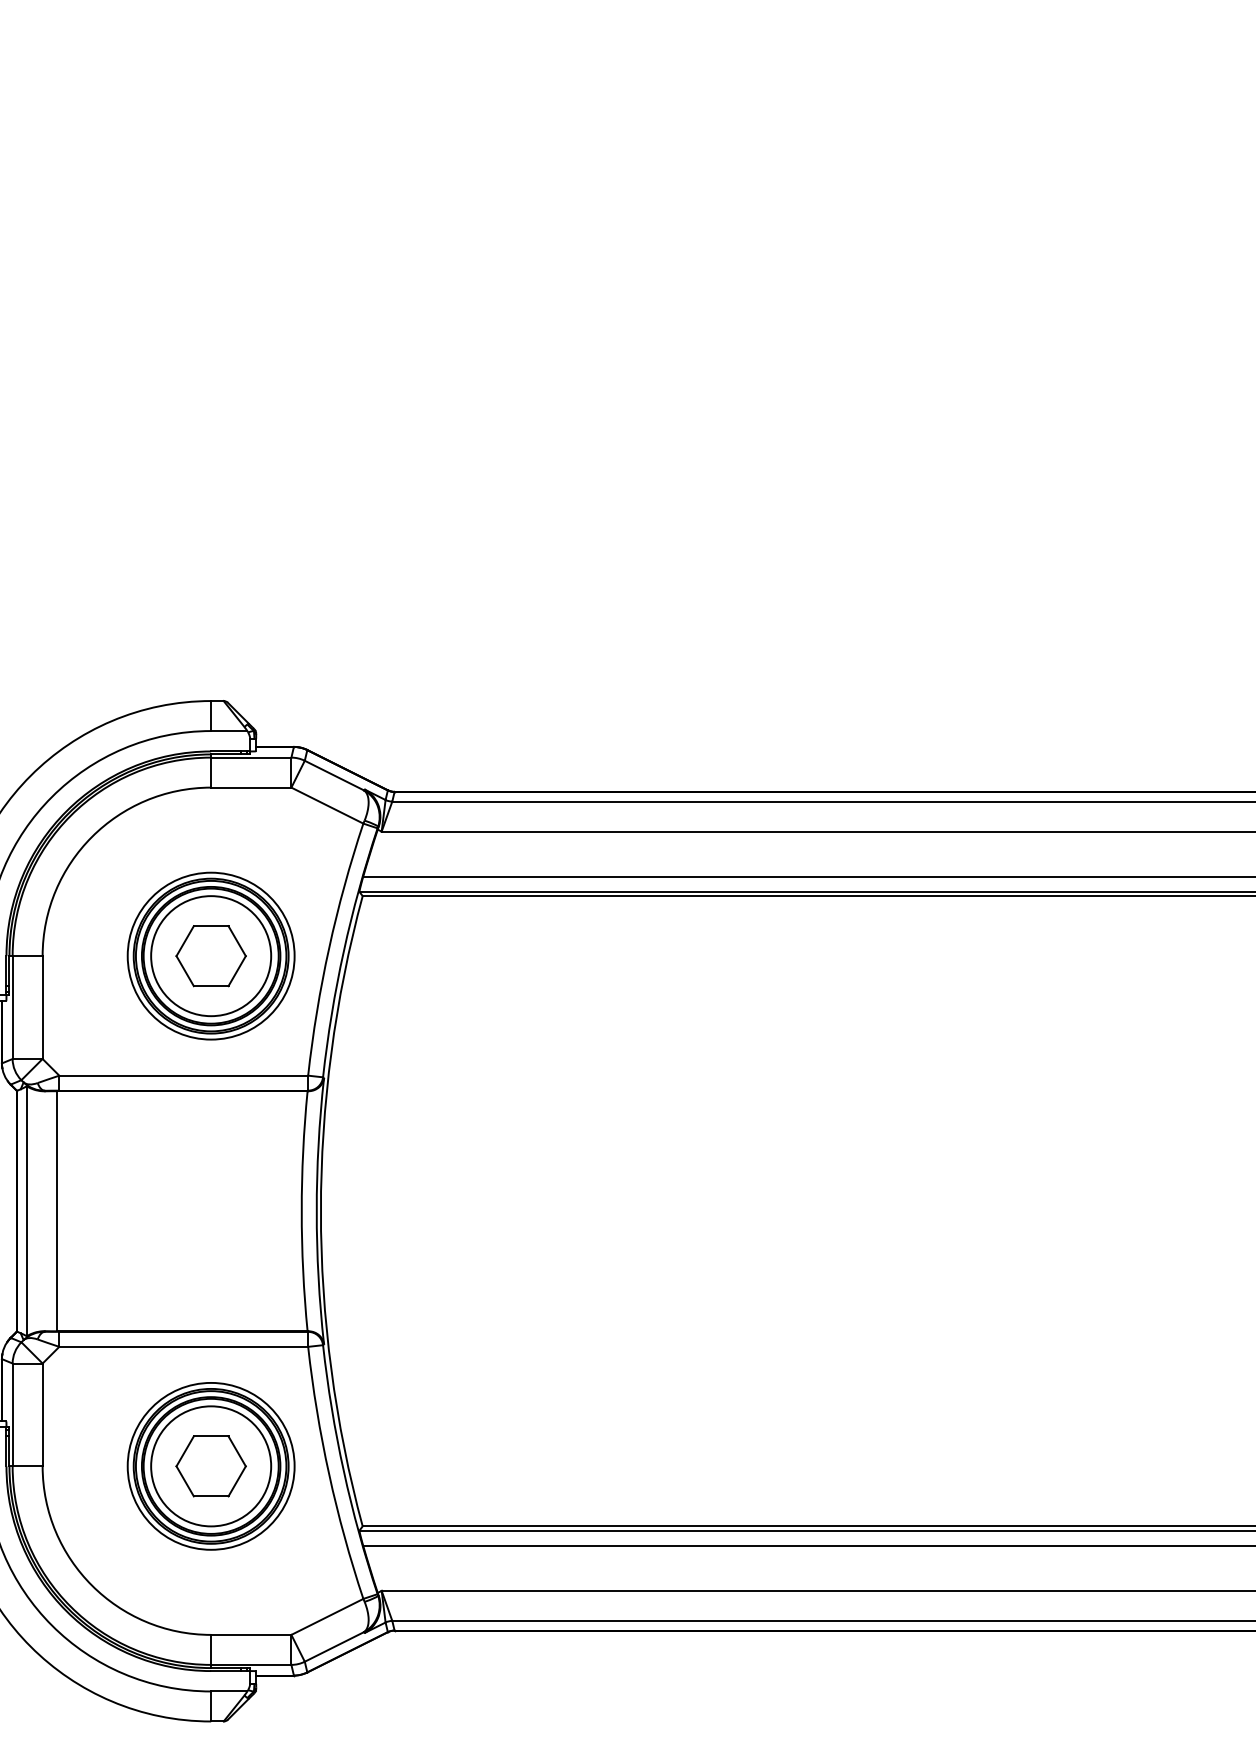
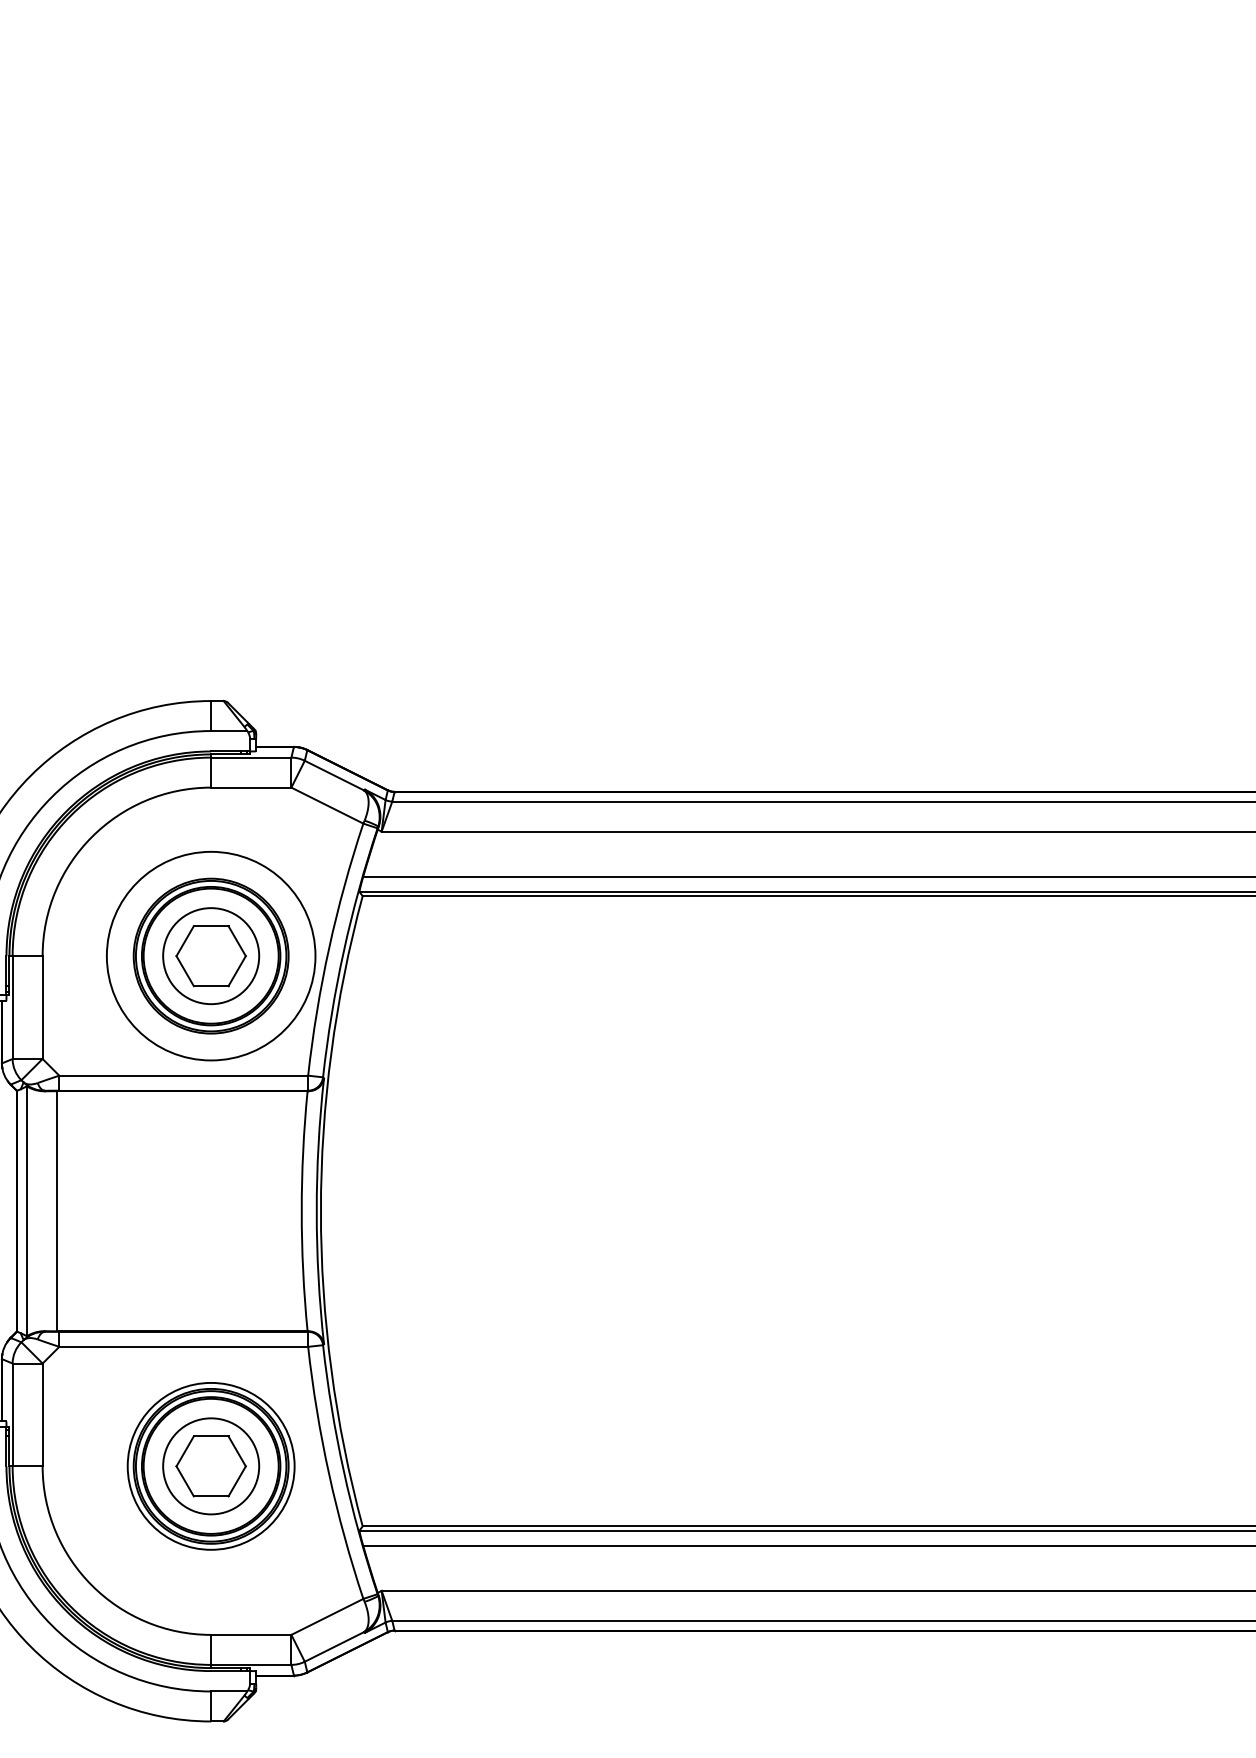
circle at (210, 955) diameter: 167 px -> 209 px
circle at (211, 956) diameter: 120 px -> 96 px
circle at (211, 1466) diameter: 120 px -> 96 px
